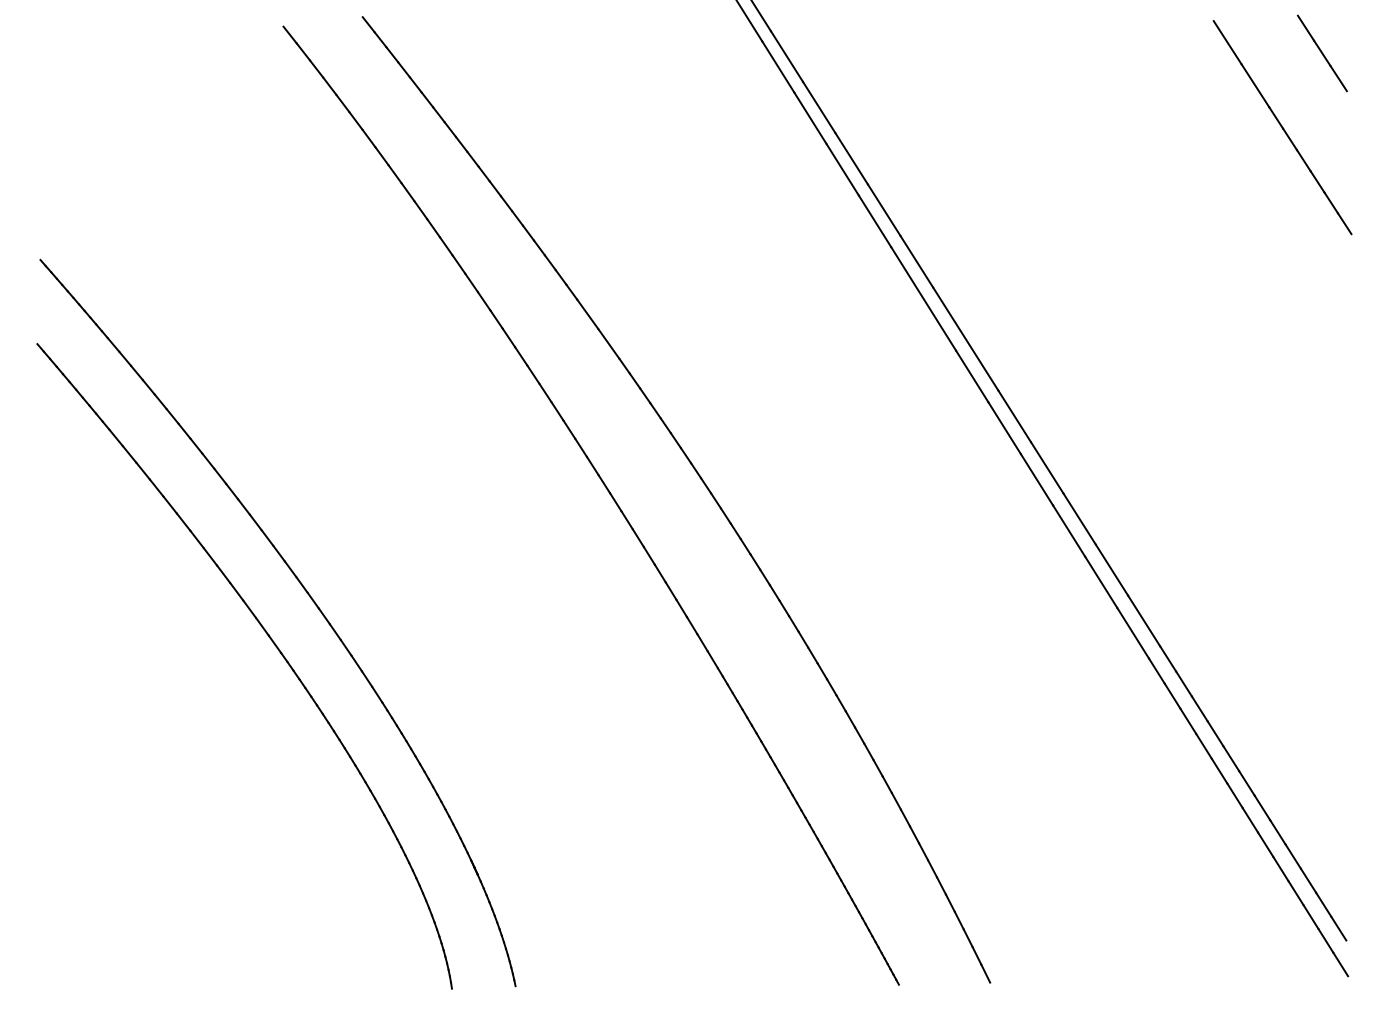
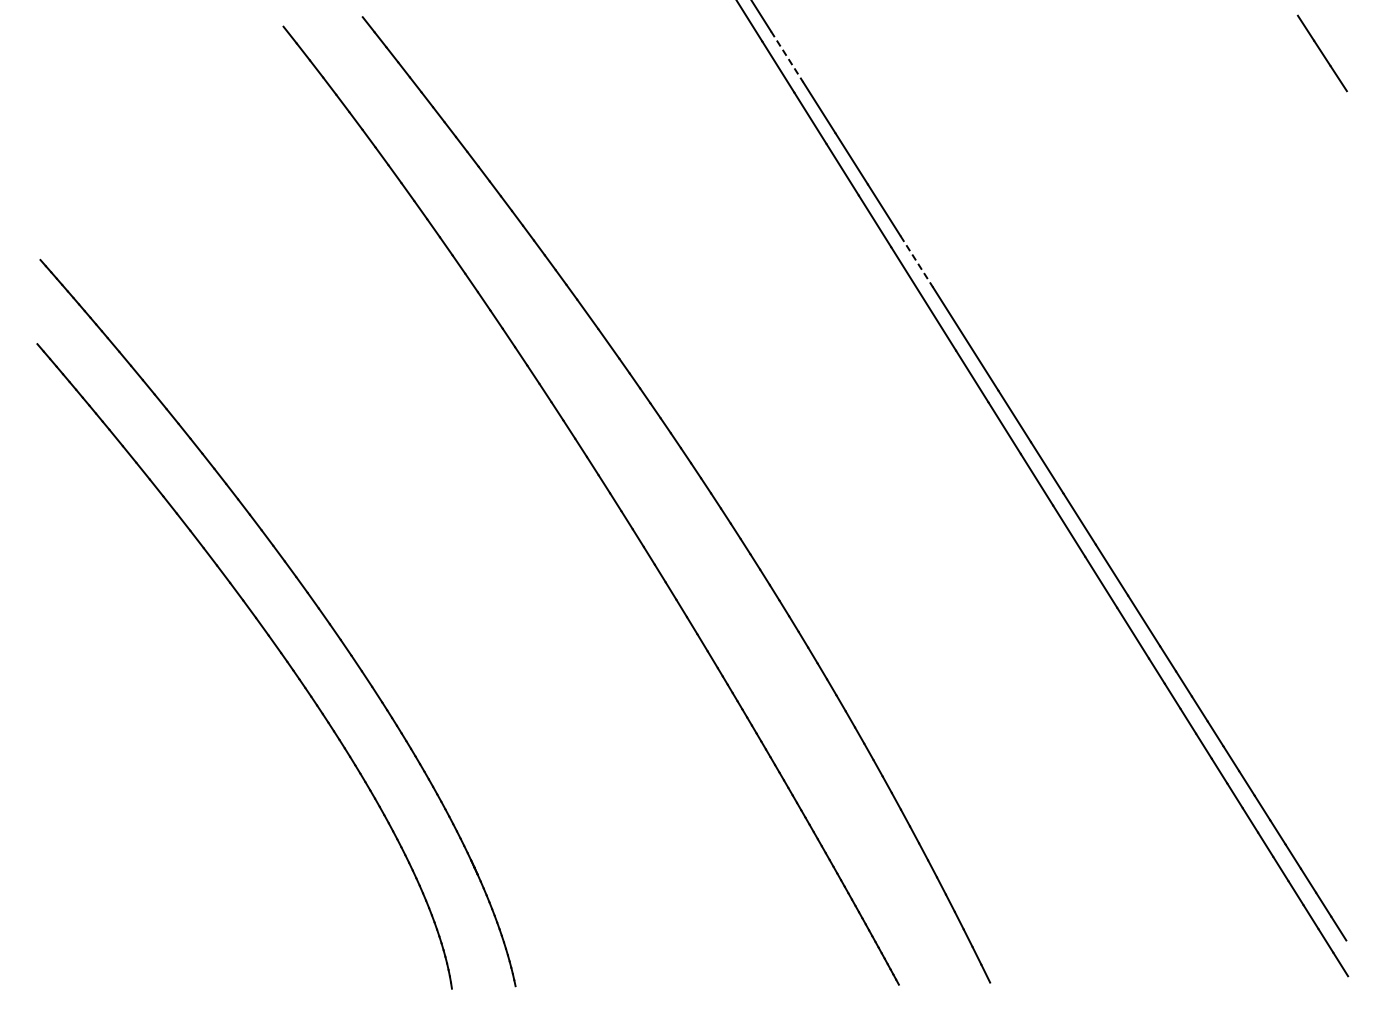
line at (787, 57): solid -> dashed
line at (1282, 127): present -> none
line at (917, 262): solid -> dashed
